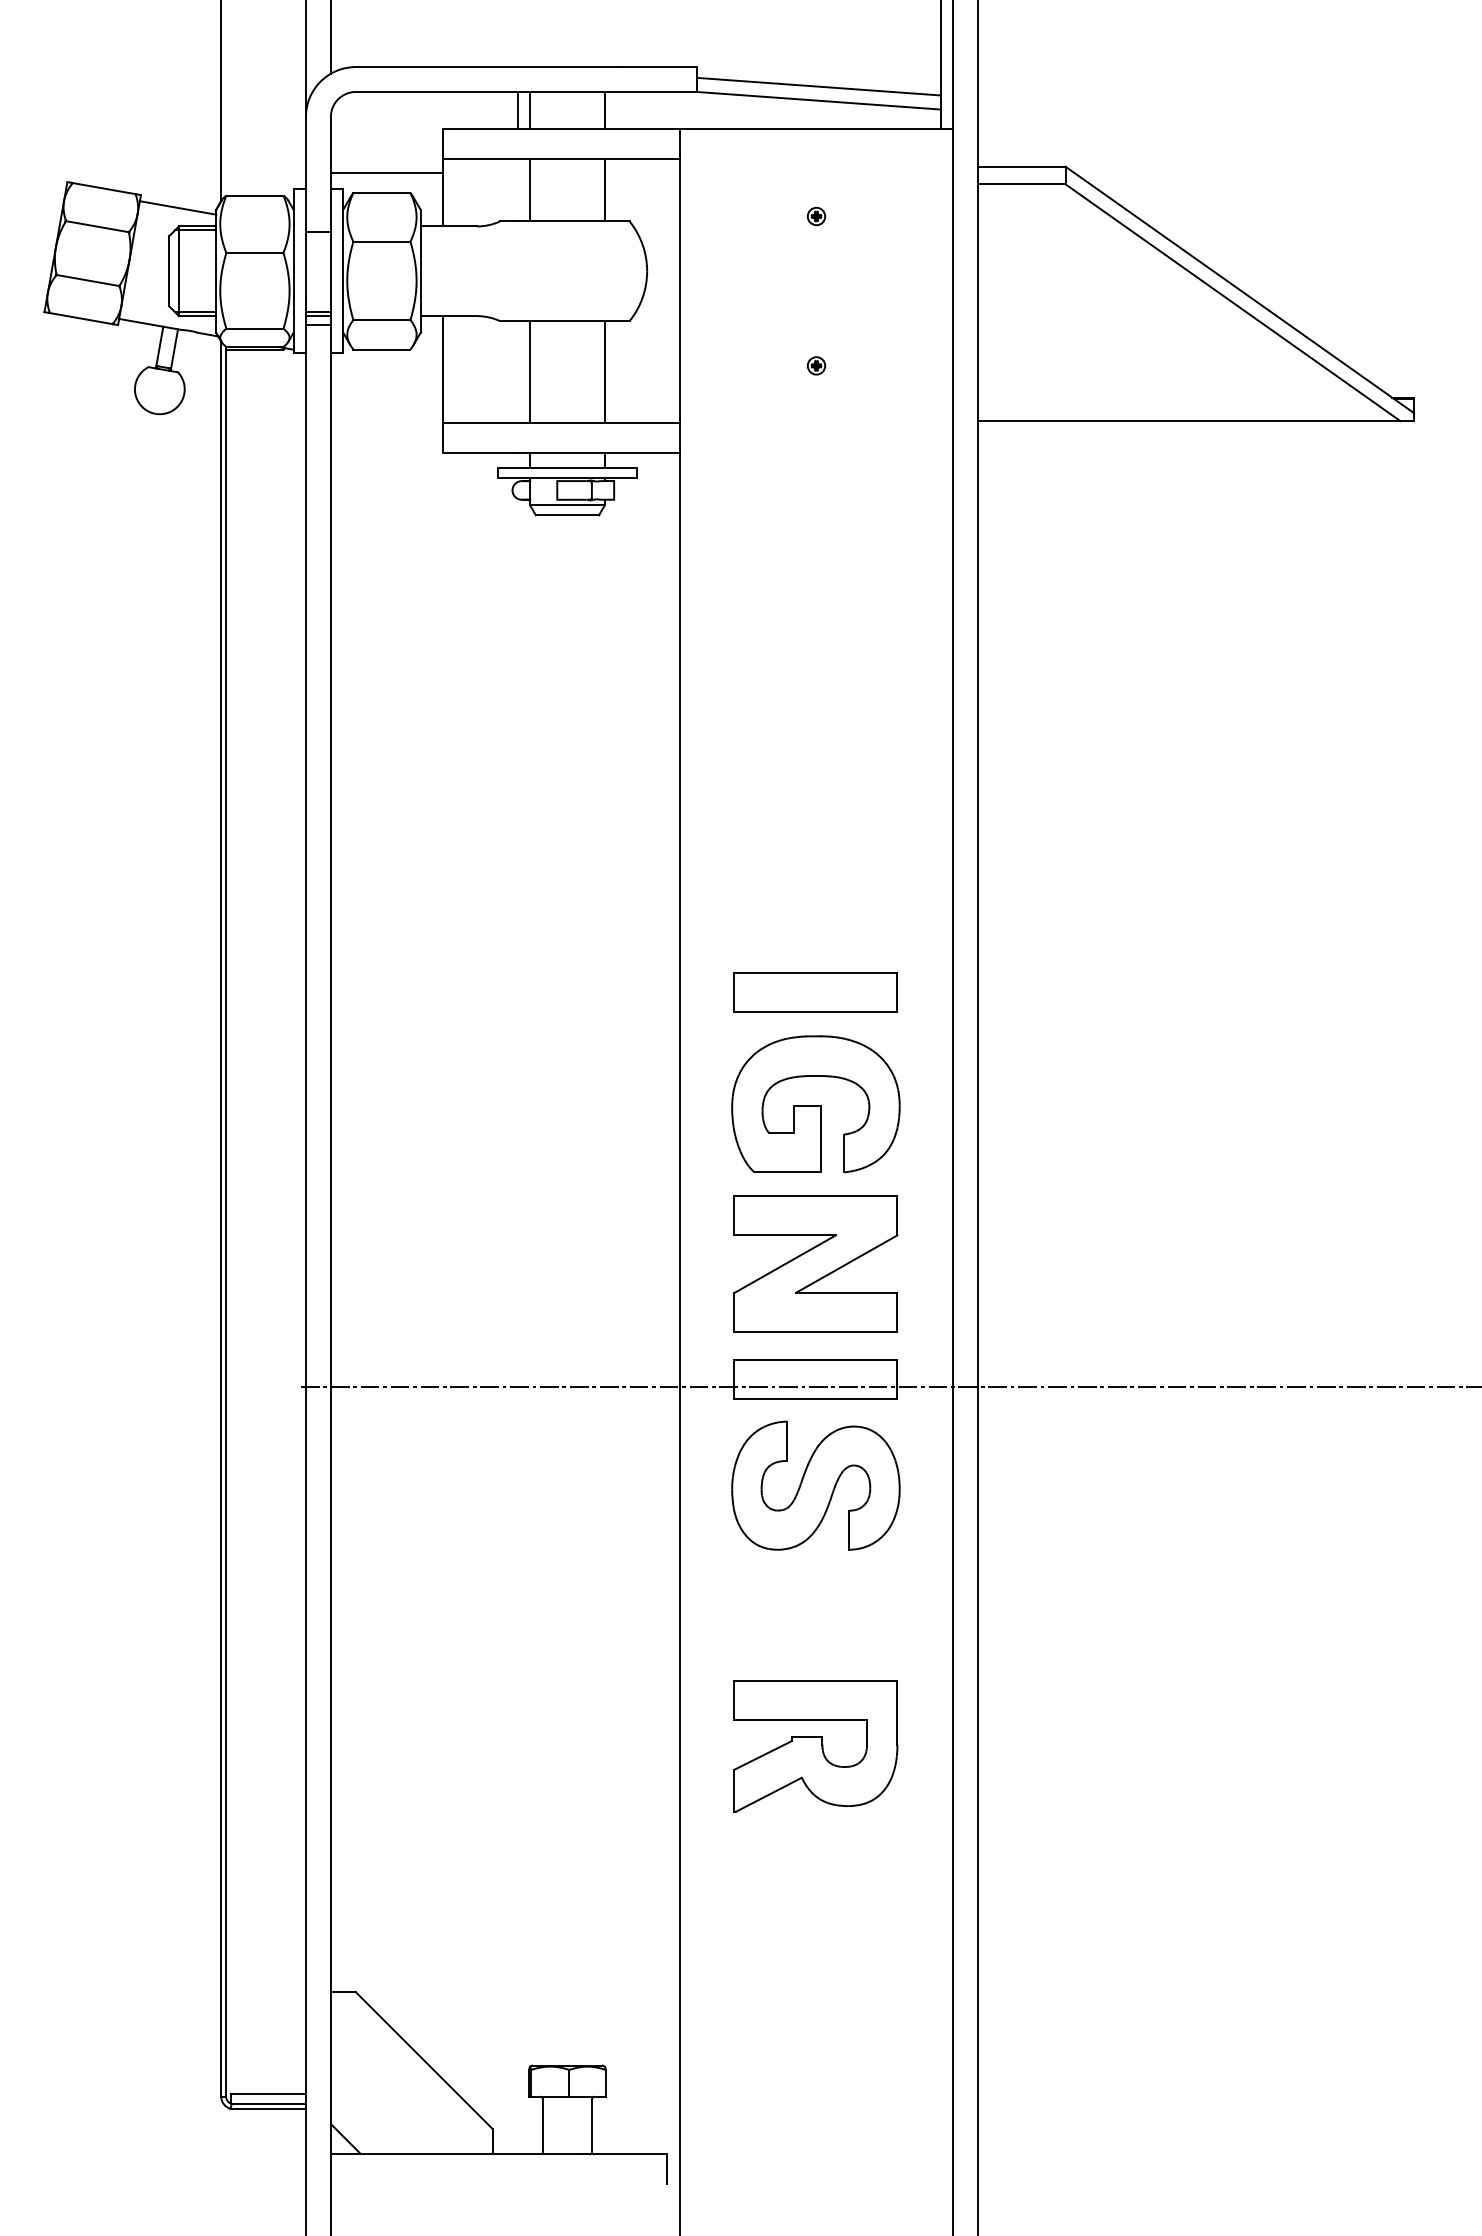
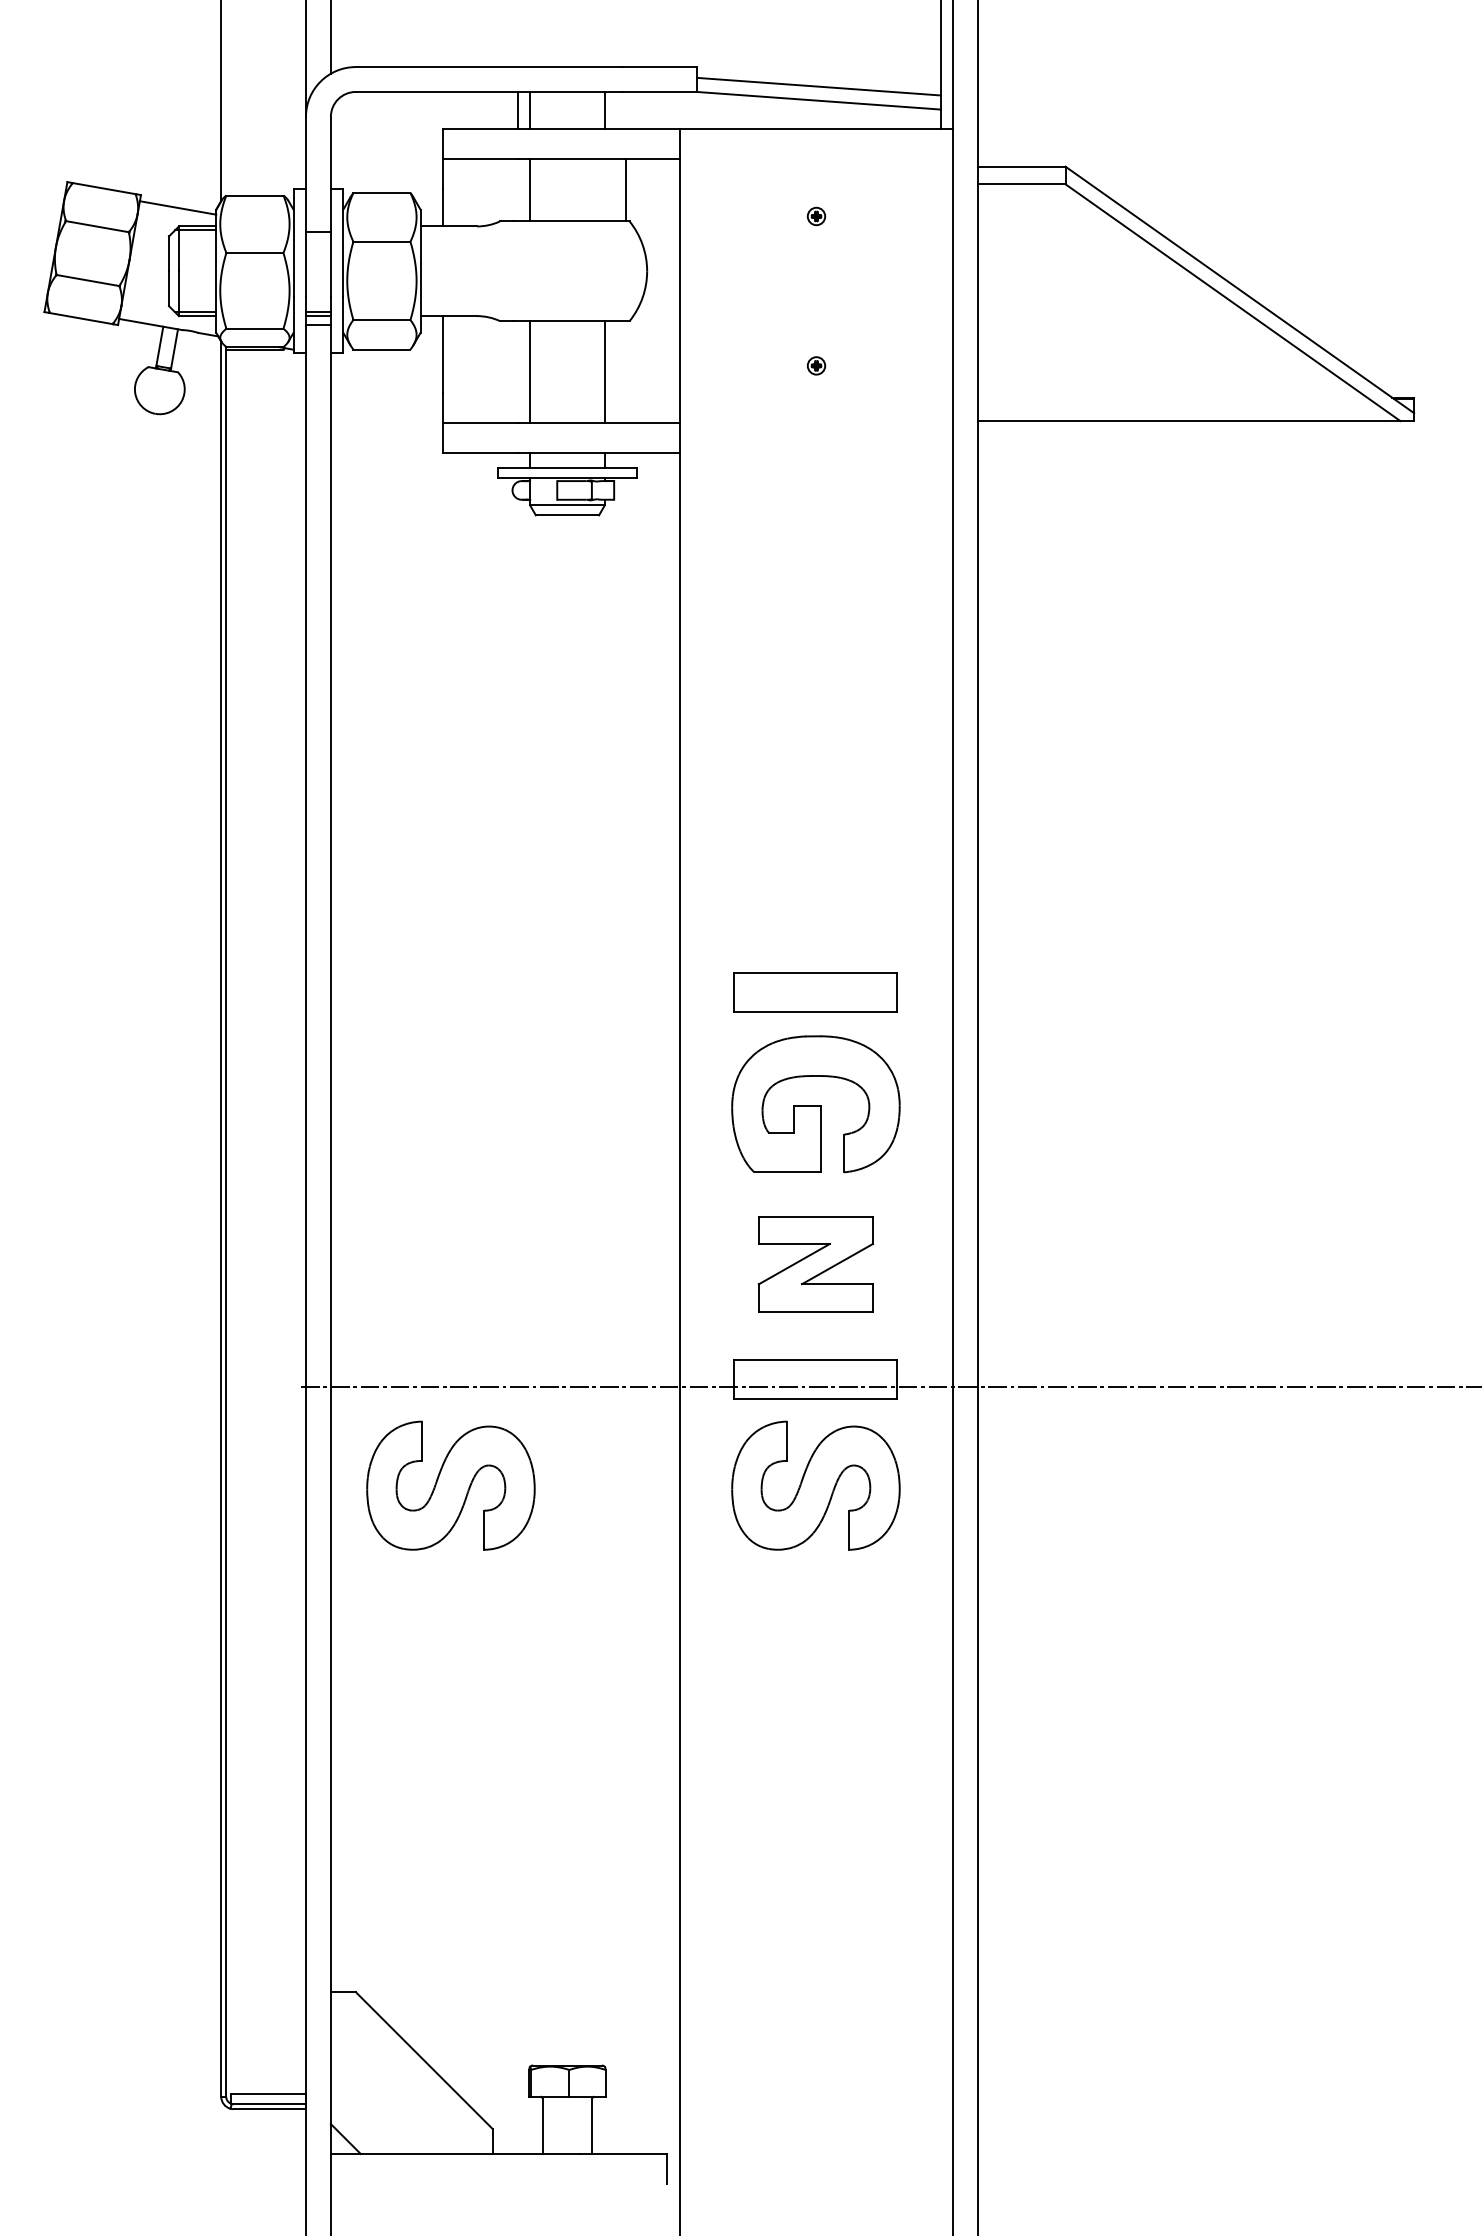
line at (386, 173): present -> none
line at (604, 190) position: (604, 190) -> (625, 190)
part at (815, 1263) size: 166x138 px -> 116x97 px
part at (450, 1485): none -> present
part at (815, 1746): present -> none
